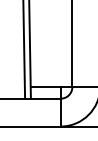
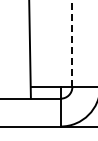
line at (72, 43): solid -> dashed
line at (24, 50): present -> none
